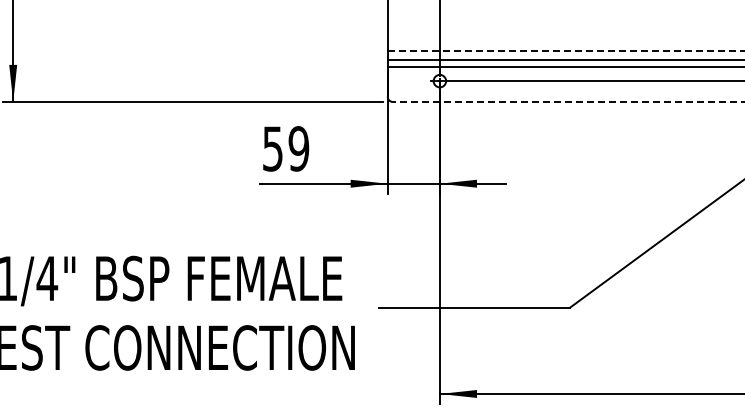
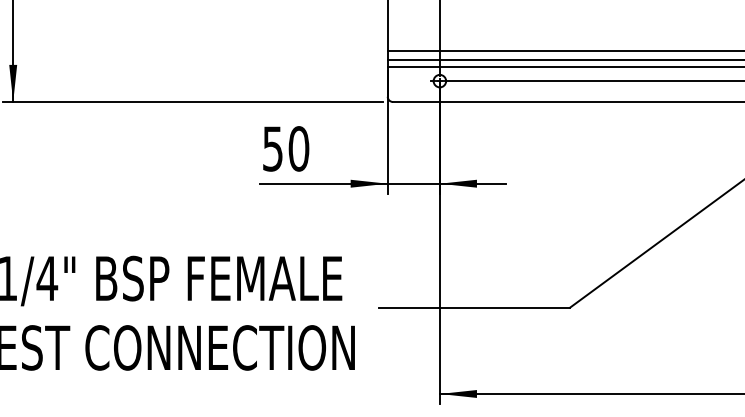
line at (566, 50): dashed -> solid
line at (568, 102): dashed -> solid
text at (298, 148): 59 -> 50
